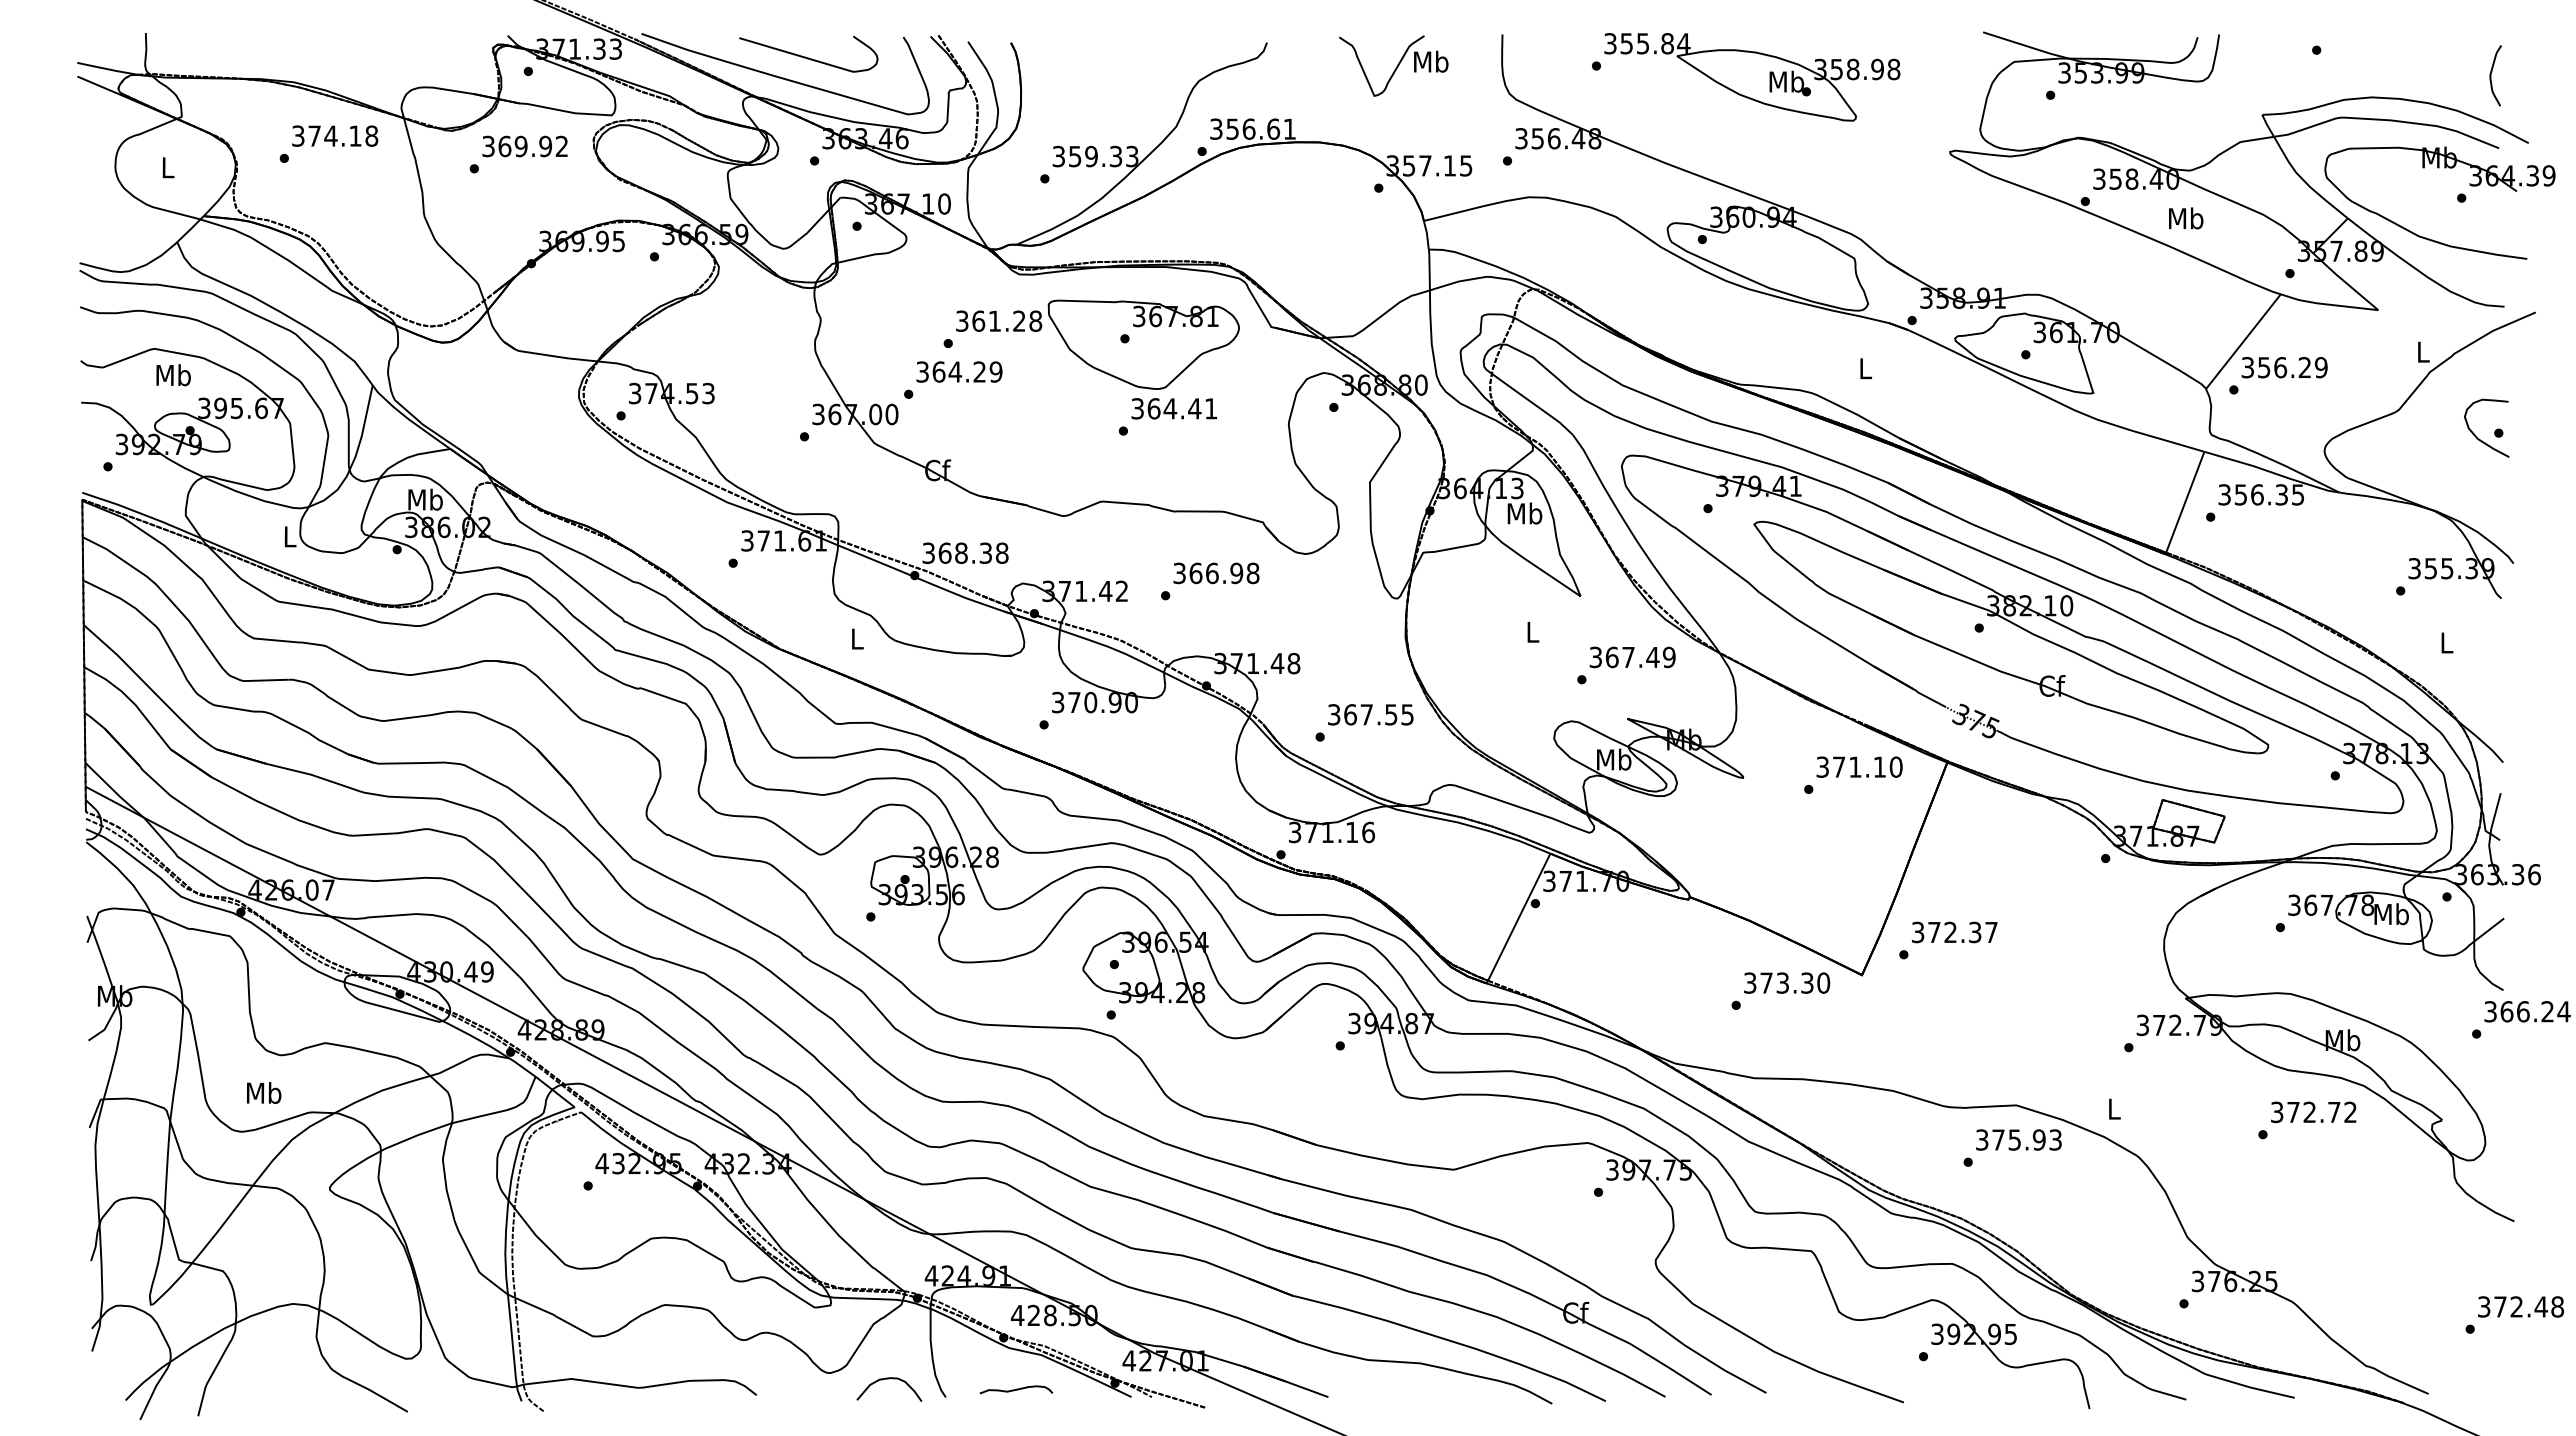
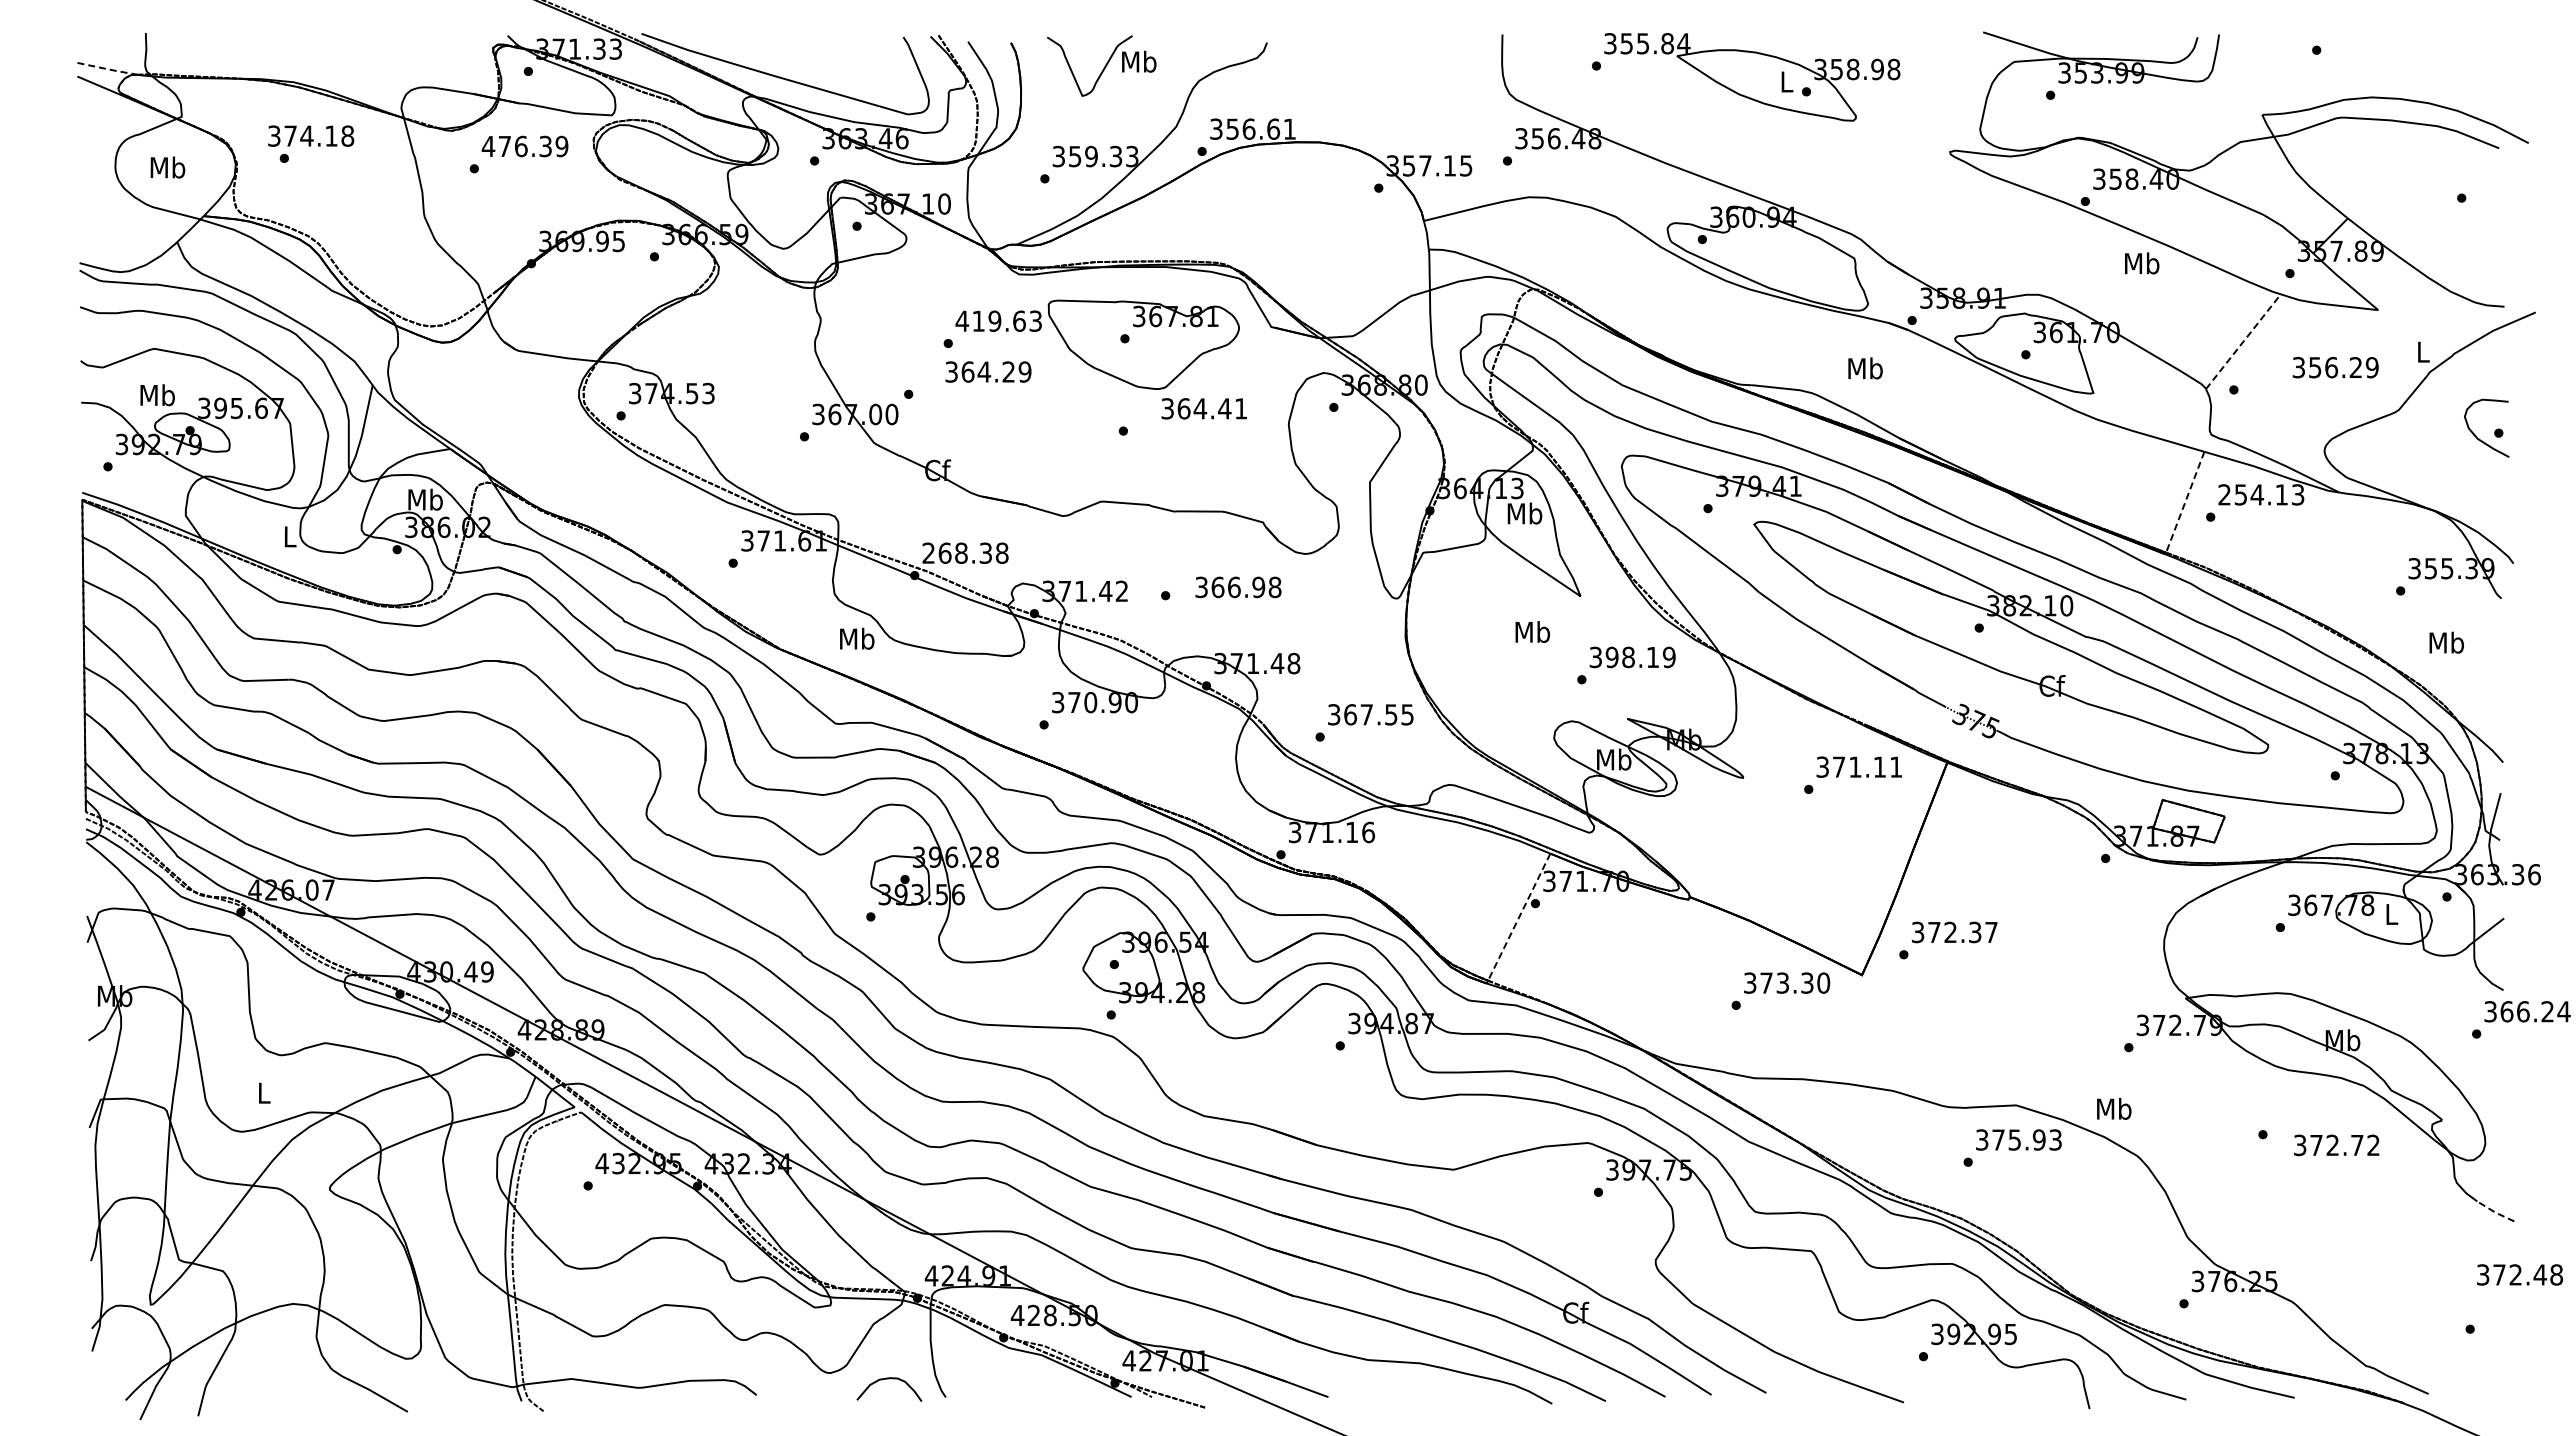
curve at (808, 57): present -> none
part at (1393, 65) position: (1393, 65) -> (1101, 65)
line at (107, 69): solid -> dashed
curve at (2491, 75): present -> none
text at (1786, 81): Mb -> L
text at (335, 135) position: (335, 135) -> (311, 135)
text at (524, 146): 369.92 -> 476.39
text at (167, 167): L -> Mb
part at (2439, 168): present -> none
text at (2186, 218) position: (2186, 218) -> (2142, 263)
text at (998, 320): 361.28 -> 419.63
line at (2243, 341): solid -> dashed
text at (2284, 367) position: (2284, 367) -> (2335, 367)
text at (1865, 368): L -> Mb
text at (959, 371) position: (959, 371) -> (988, 371)
text at (173, 375) position: (173, 375) -> (157, 395)
text at (1173, 408) position: (1173, 408) -> (1203, 408)
text at (2261, 494): 356.35 -> 254.13
line at (2184, 503): solid -> dashed
text at (928, 553): 368.38 -> 268.38
text at (1216, 573) position: (1216, 573) -> (1238, 587)
text at (1532, 631): L -> Mb
text at (857, 638): L -> Mb
text at (2446, 642): L -> Mb
text at (1632, 657): 367.49 -> 398.19
text at (1895, 766): 371.10 -> 371.11
text at (2391, 914): Mb -> L
line at (1519, 917): solid -> dashed
text at (263, 1092): Mb -> L
text at (2114, 1108): L -> Mb
text at (2313, 1112) position: (2313, 1112) -> (2336, 1145)
line at (2495, 1212): solid -> dashed
text at (2520, 1306) position: (2520, 1306) -> (2519, 1274)
curve at (1016, 1389): present -> none
